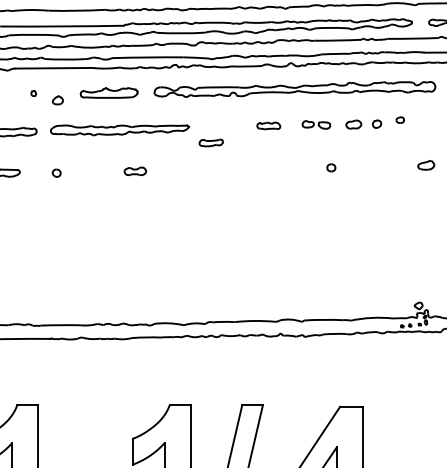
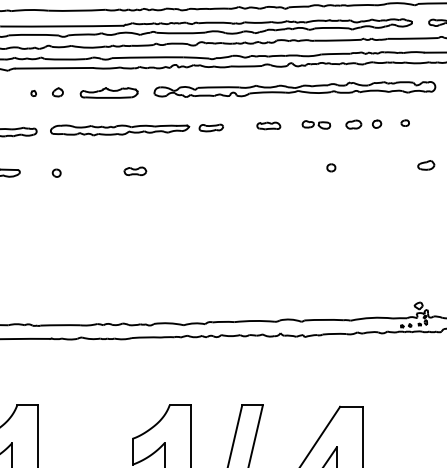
part at (57, 100) position: (57, 100) -> (57, 92)
part at (399, 119) position: (399, 119) -> (404, 122)
part at (210, 142) position: (210, 142) -> (210, 127)
